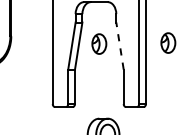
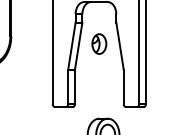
part at (168, 42): present -> none
line at (120, 46): dashed -> solid
